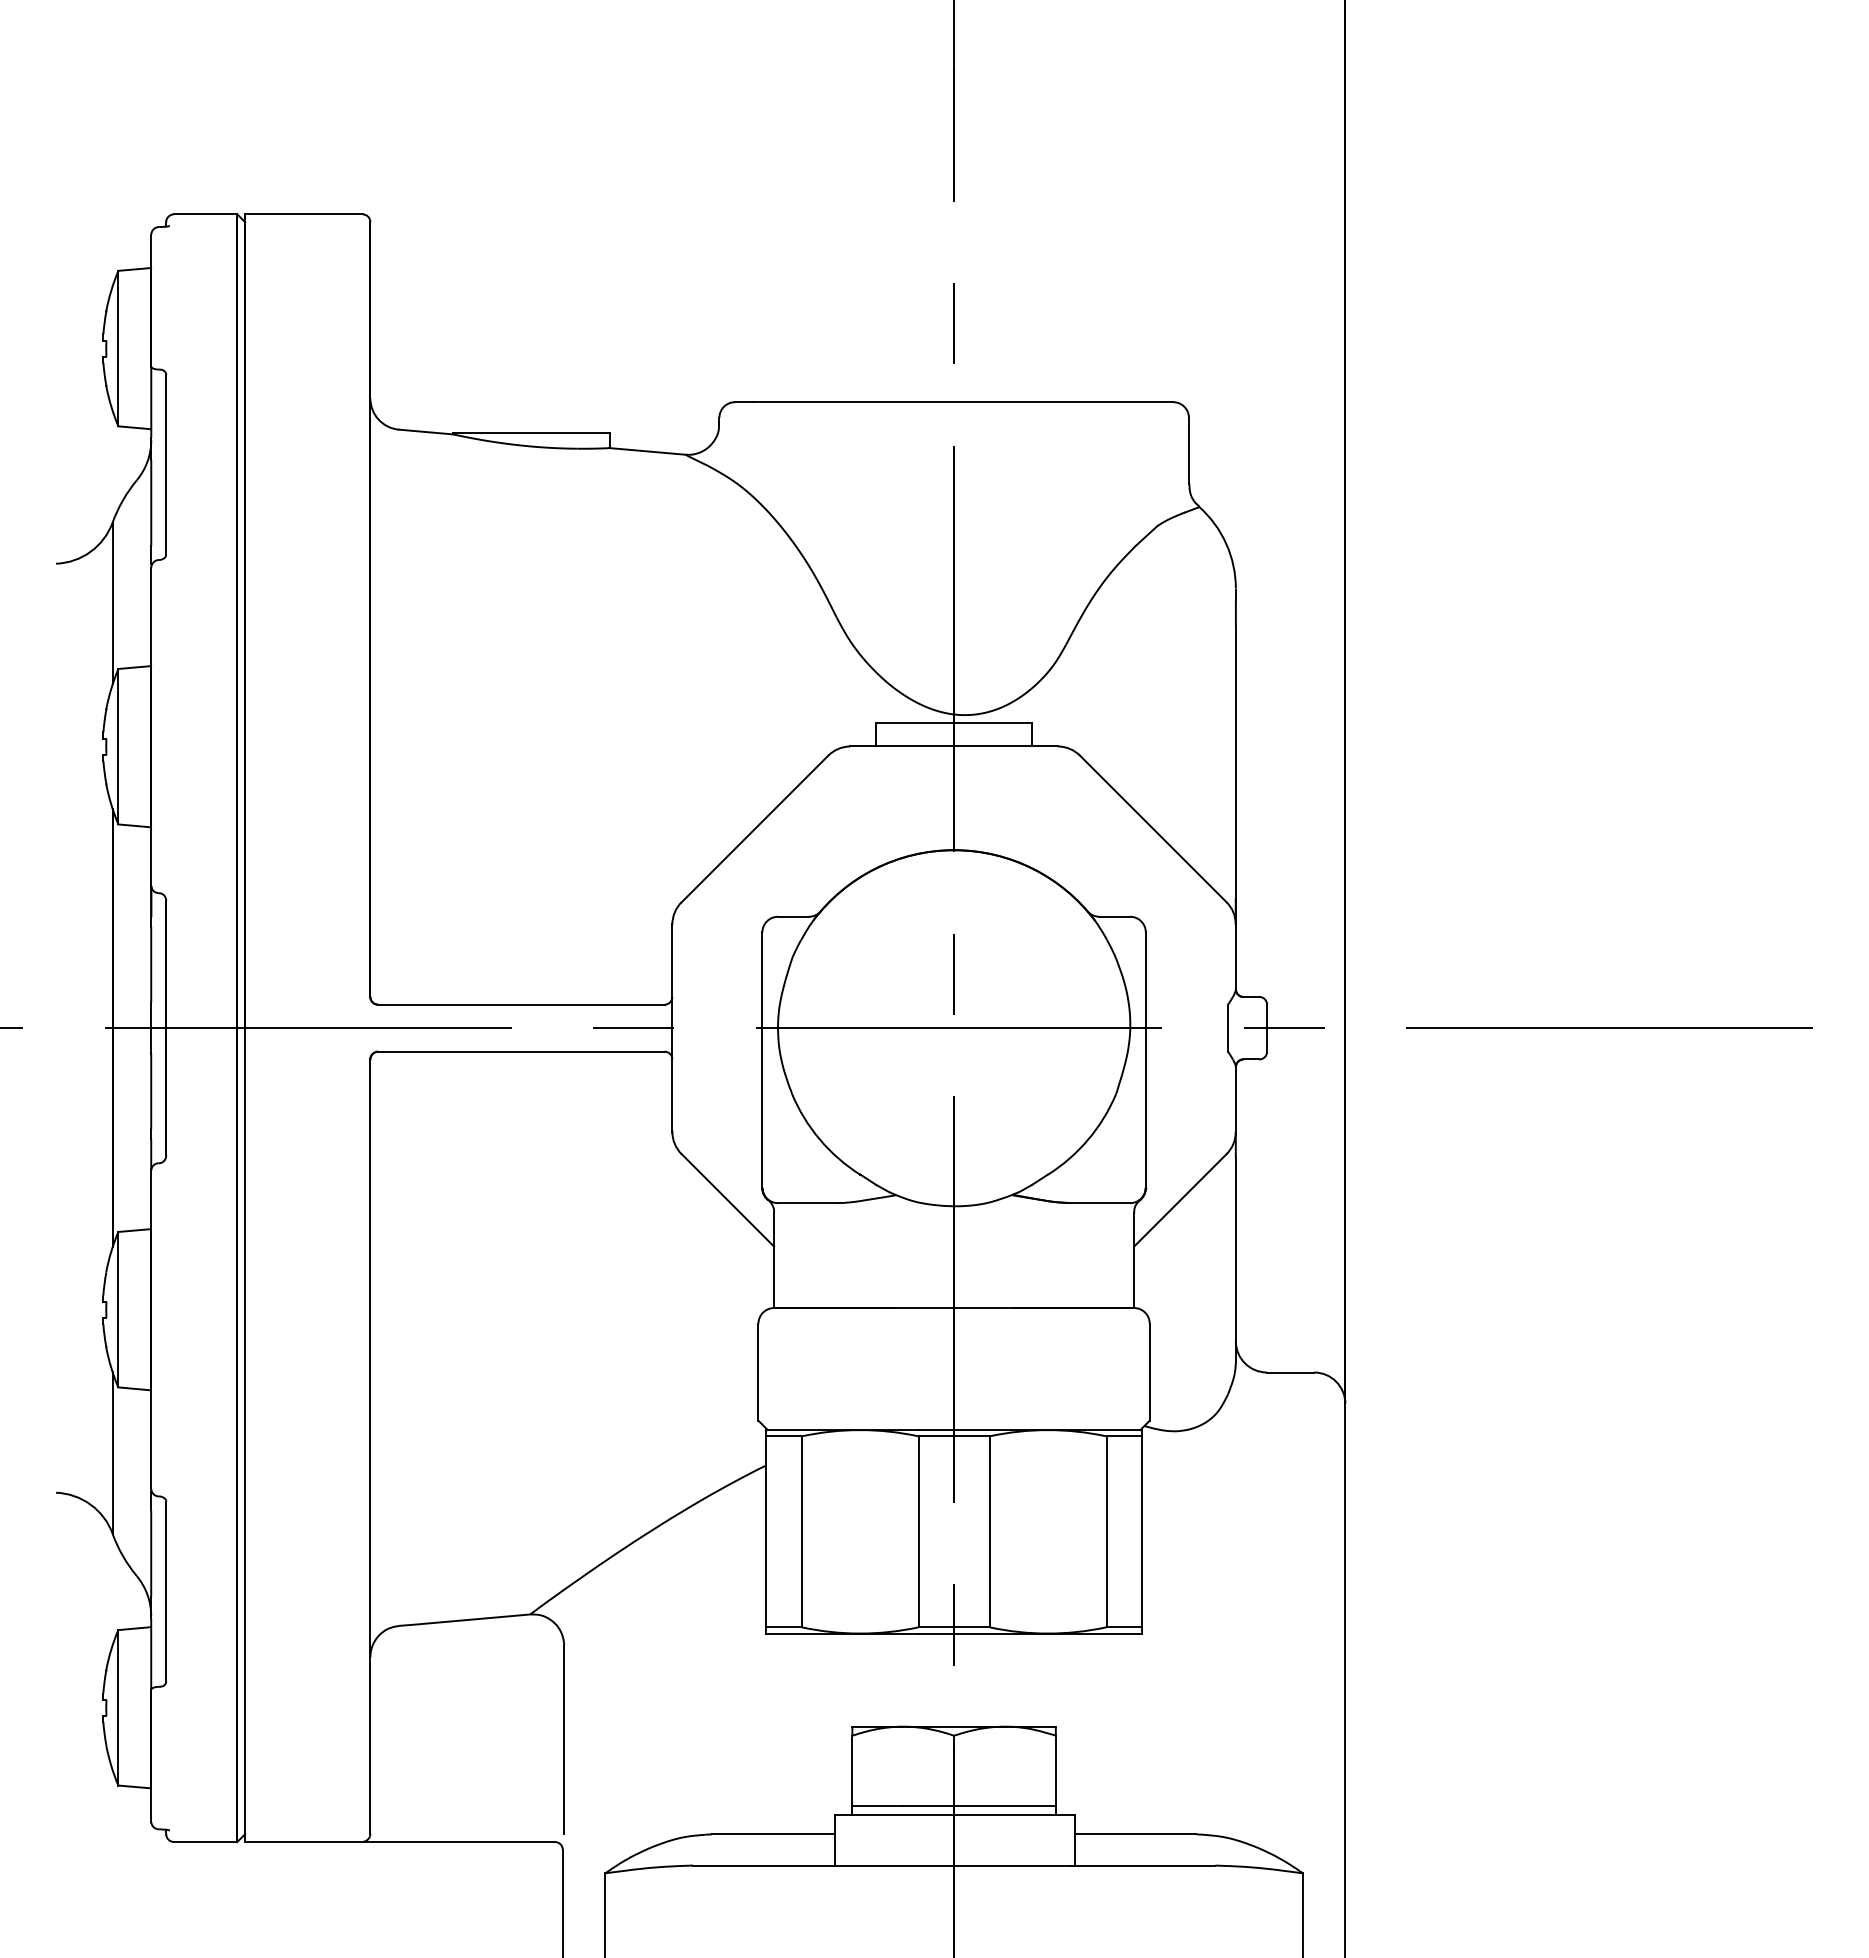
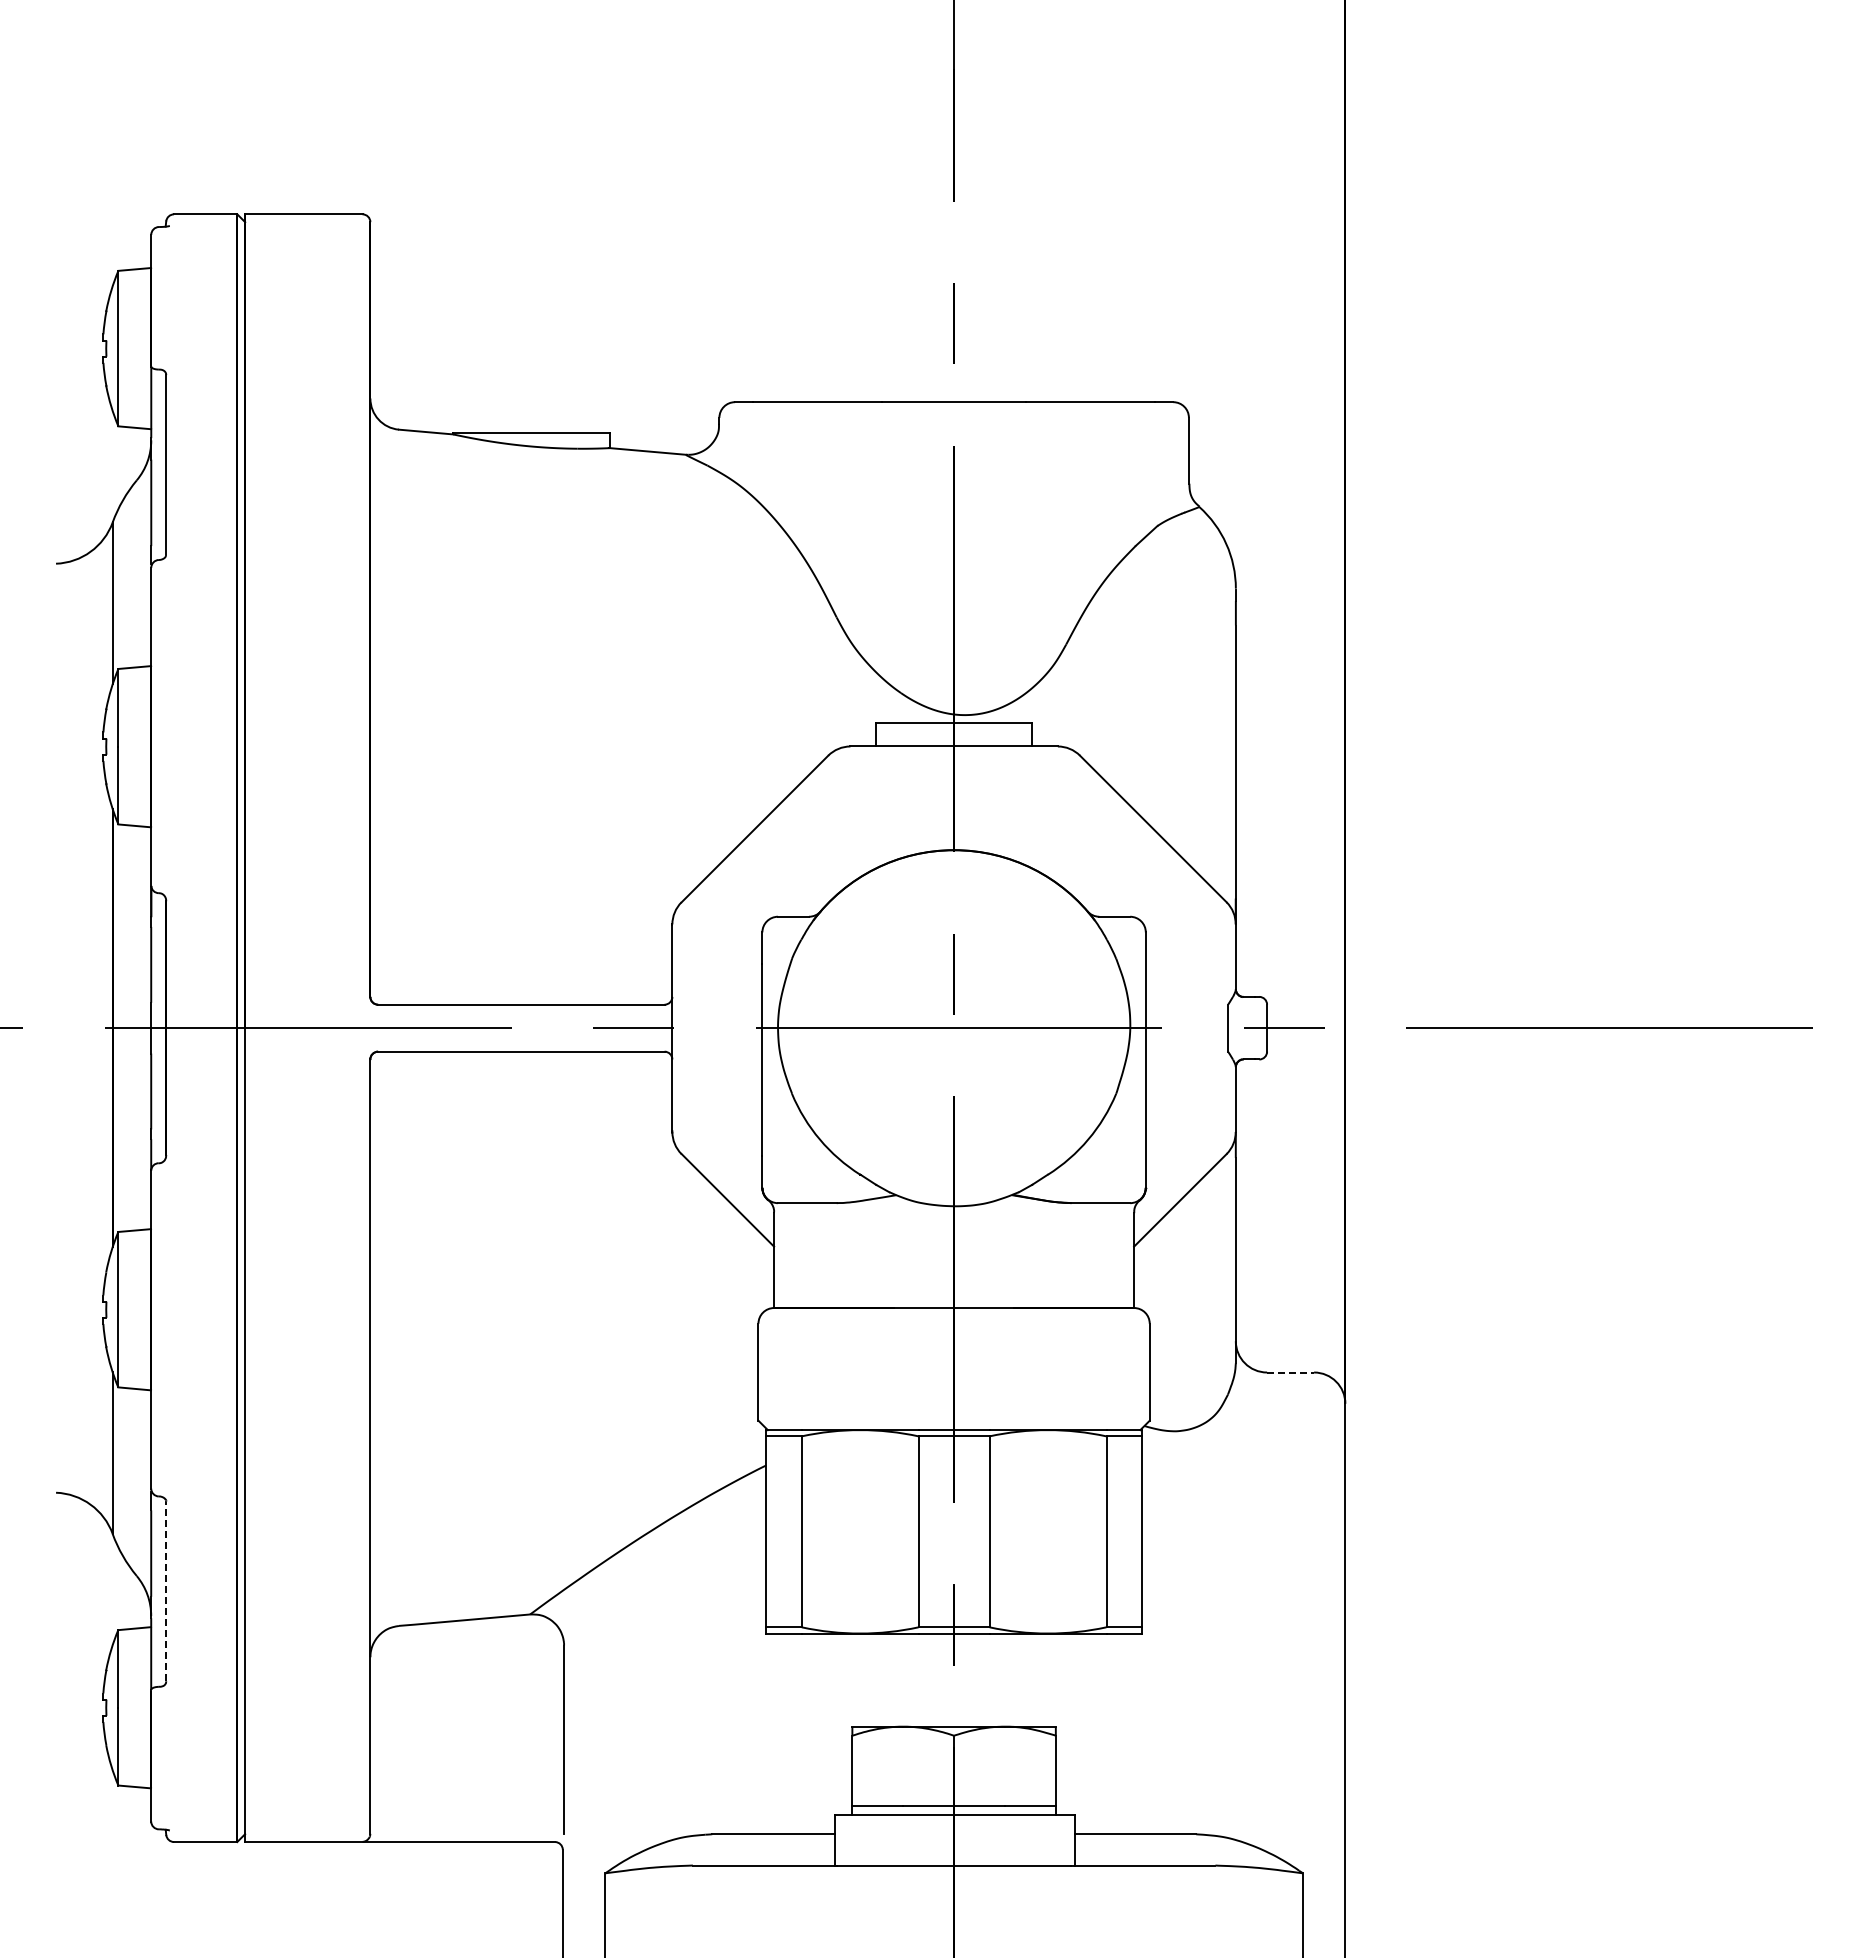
line at (1291, 1372): solid -> dashed
line at (166, 1591): solid -> dashed
